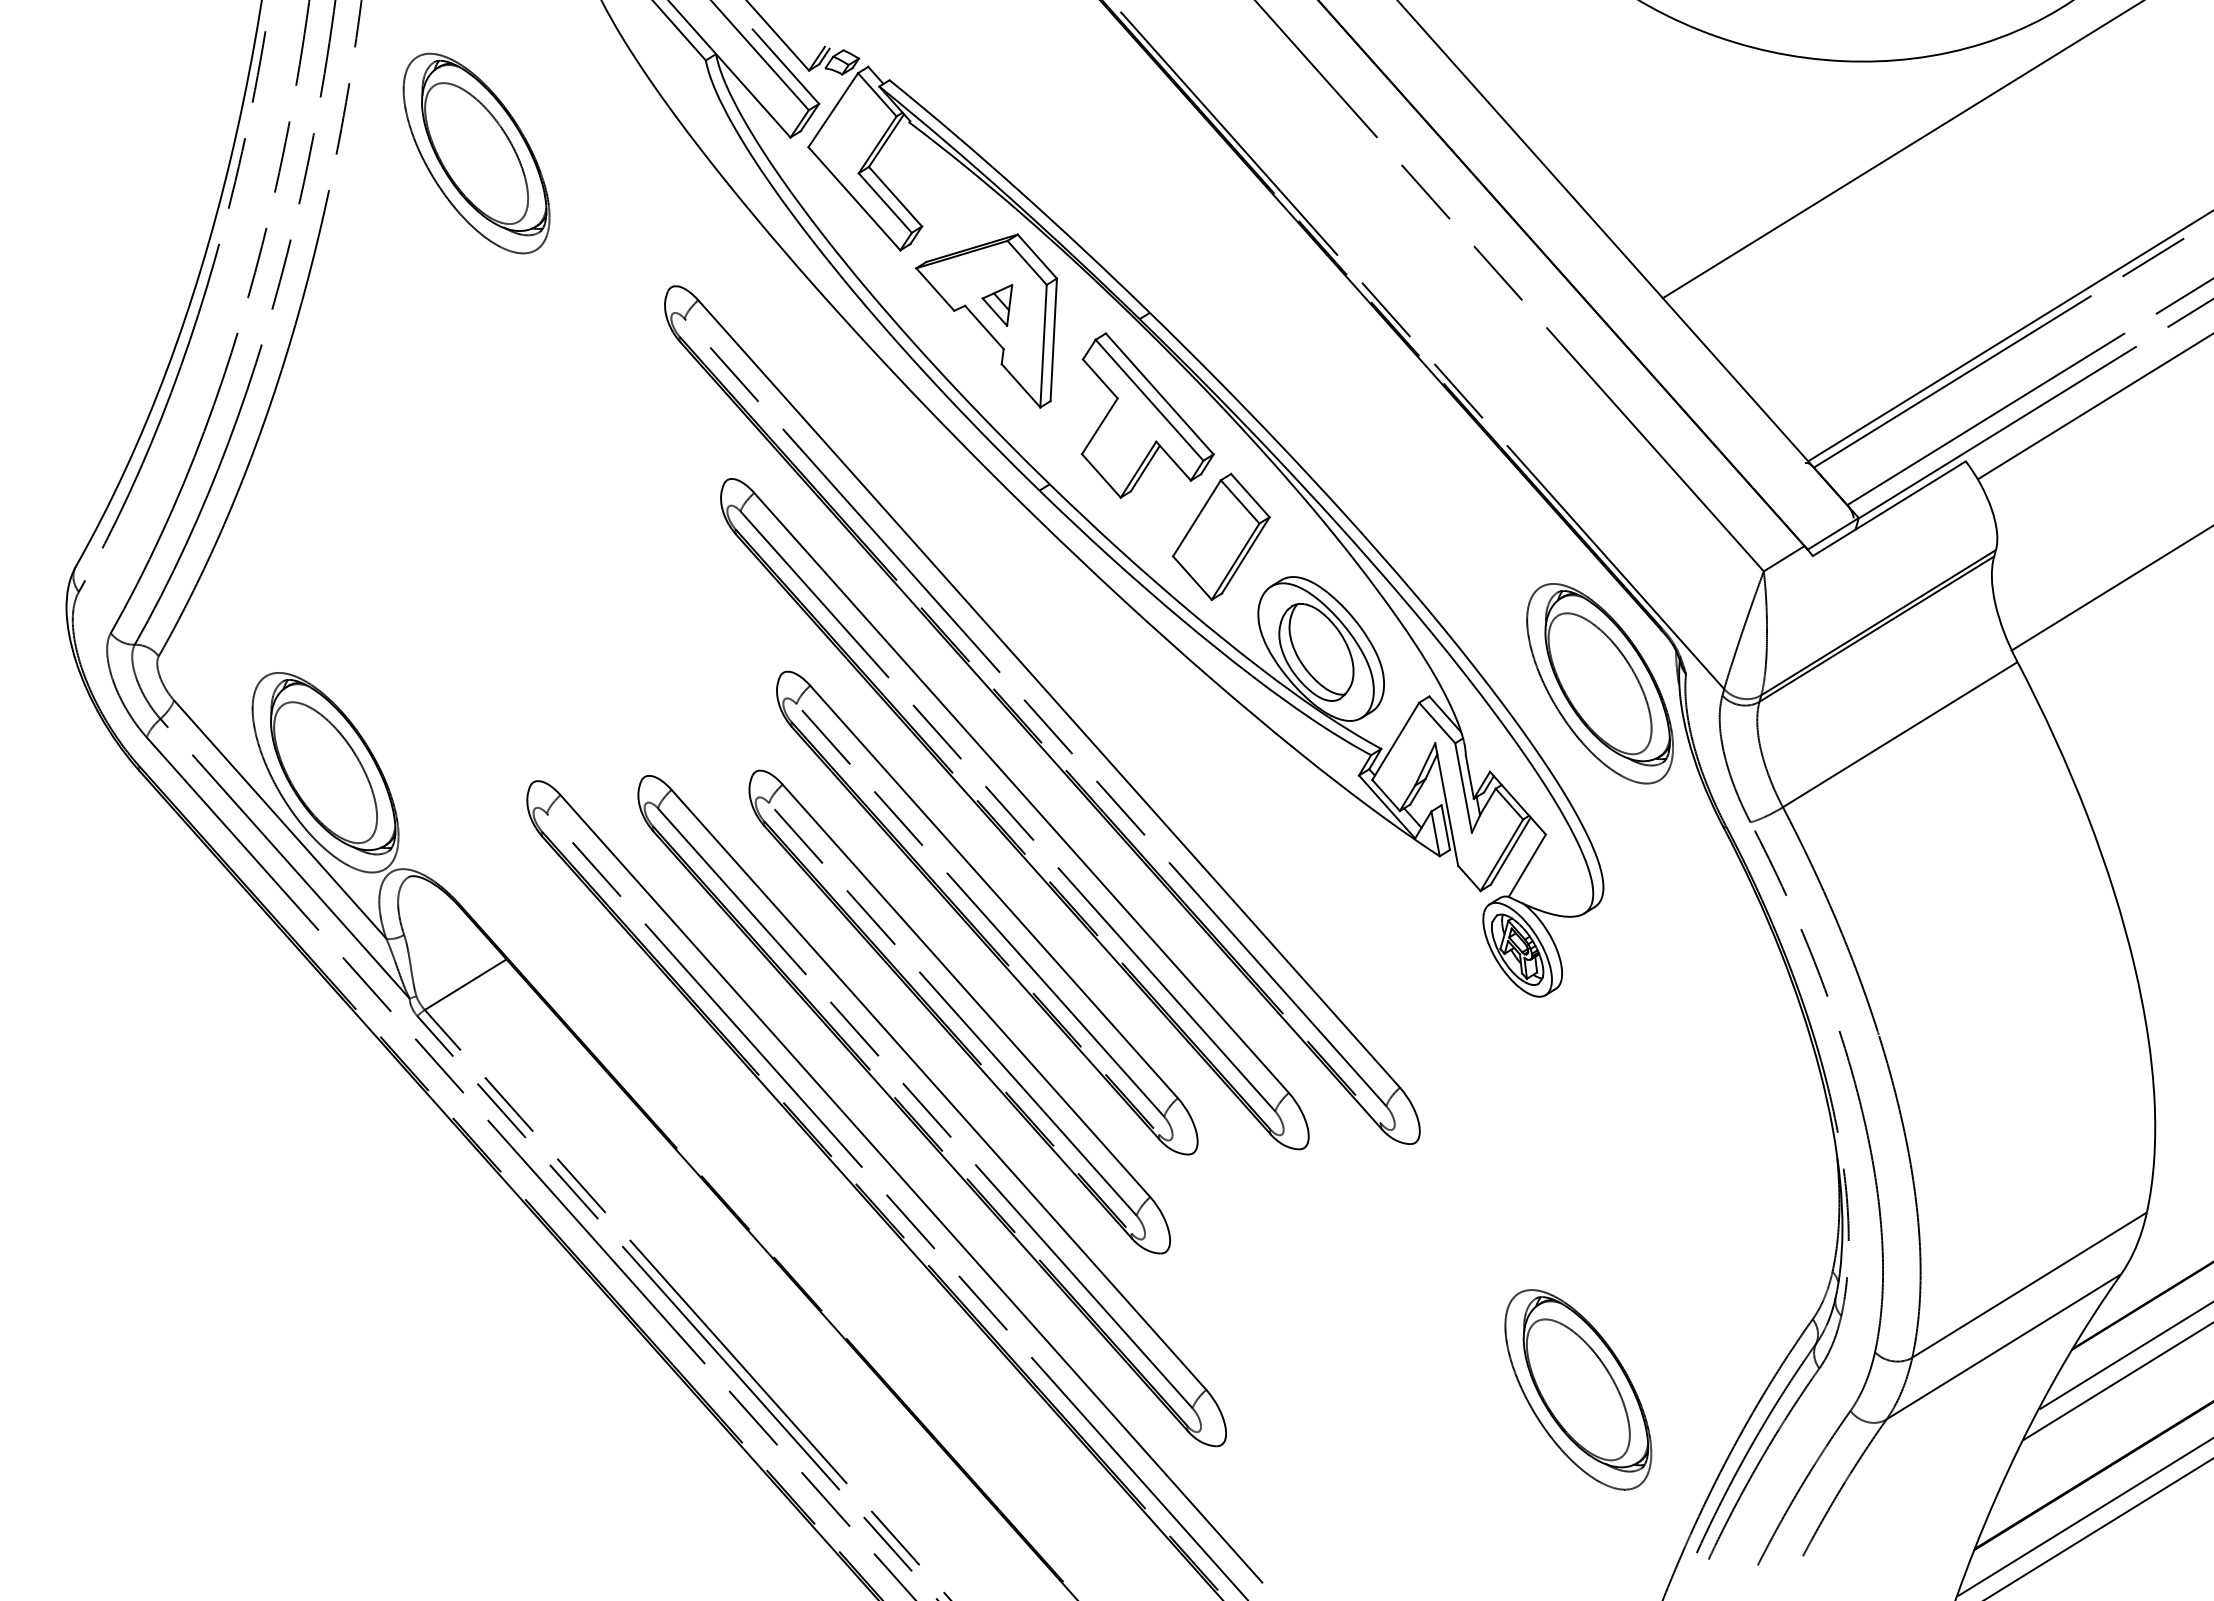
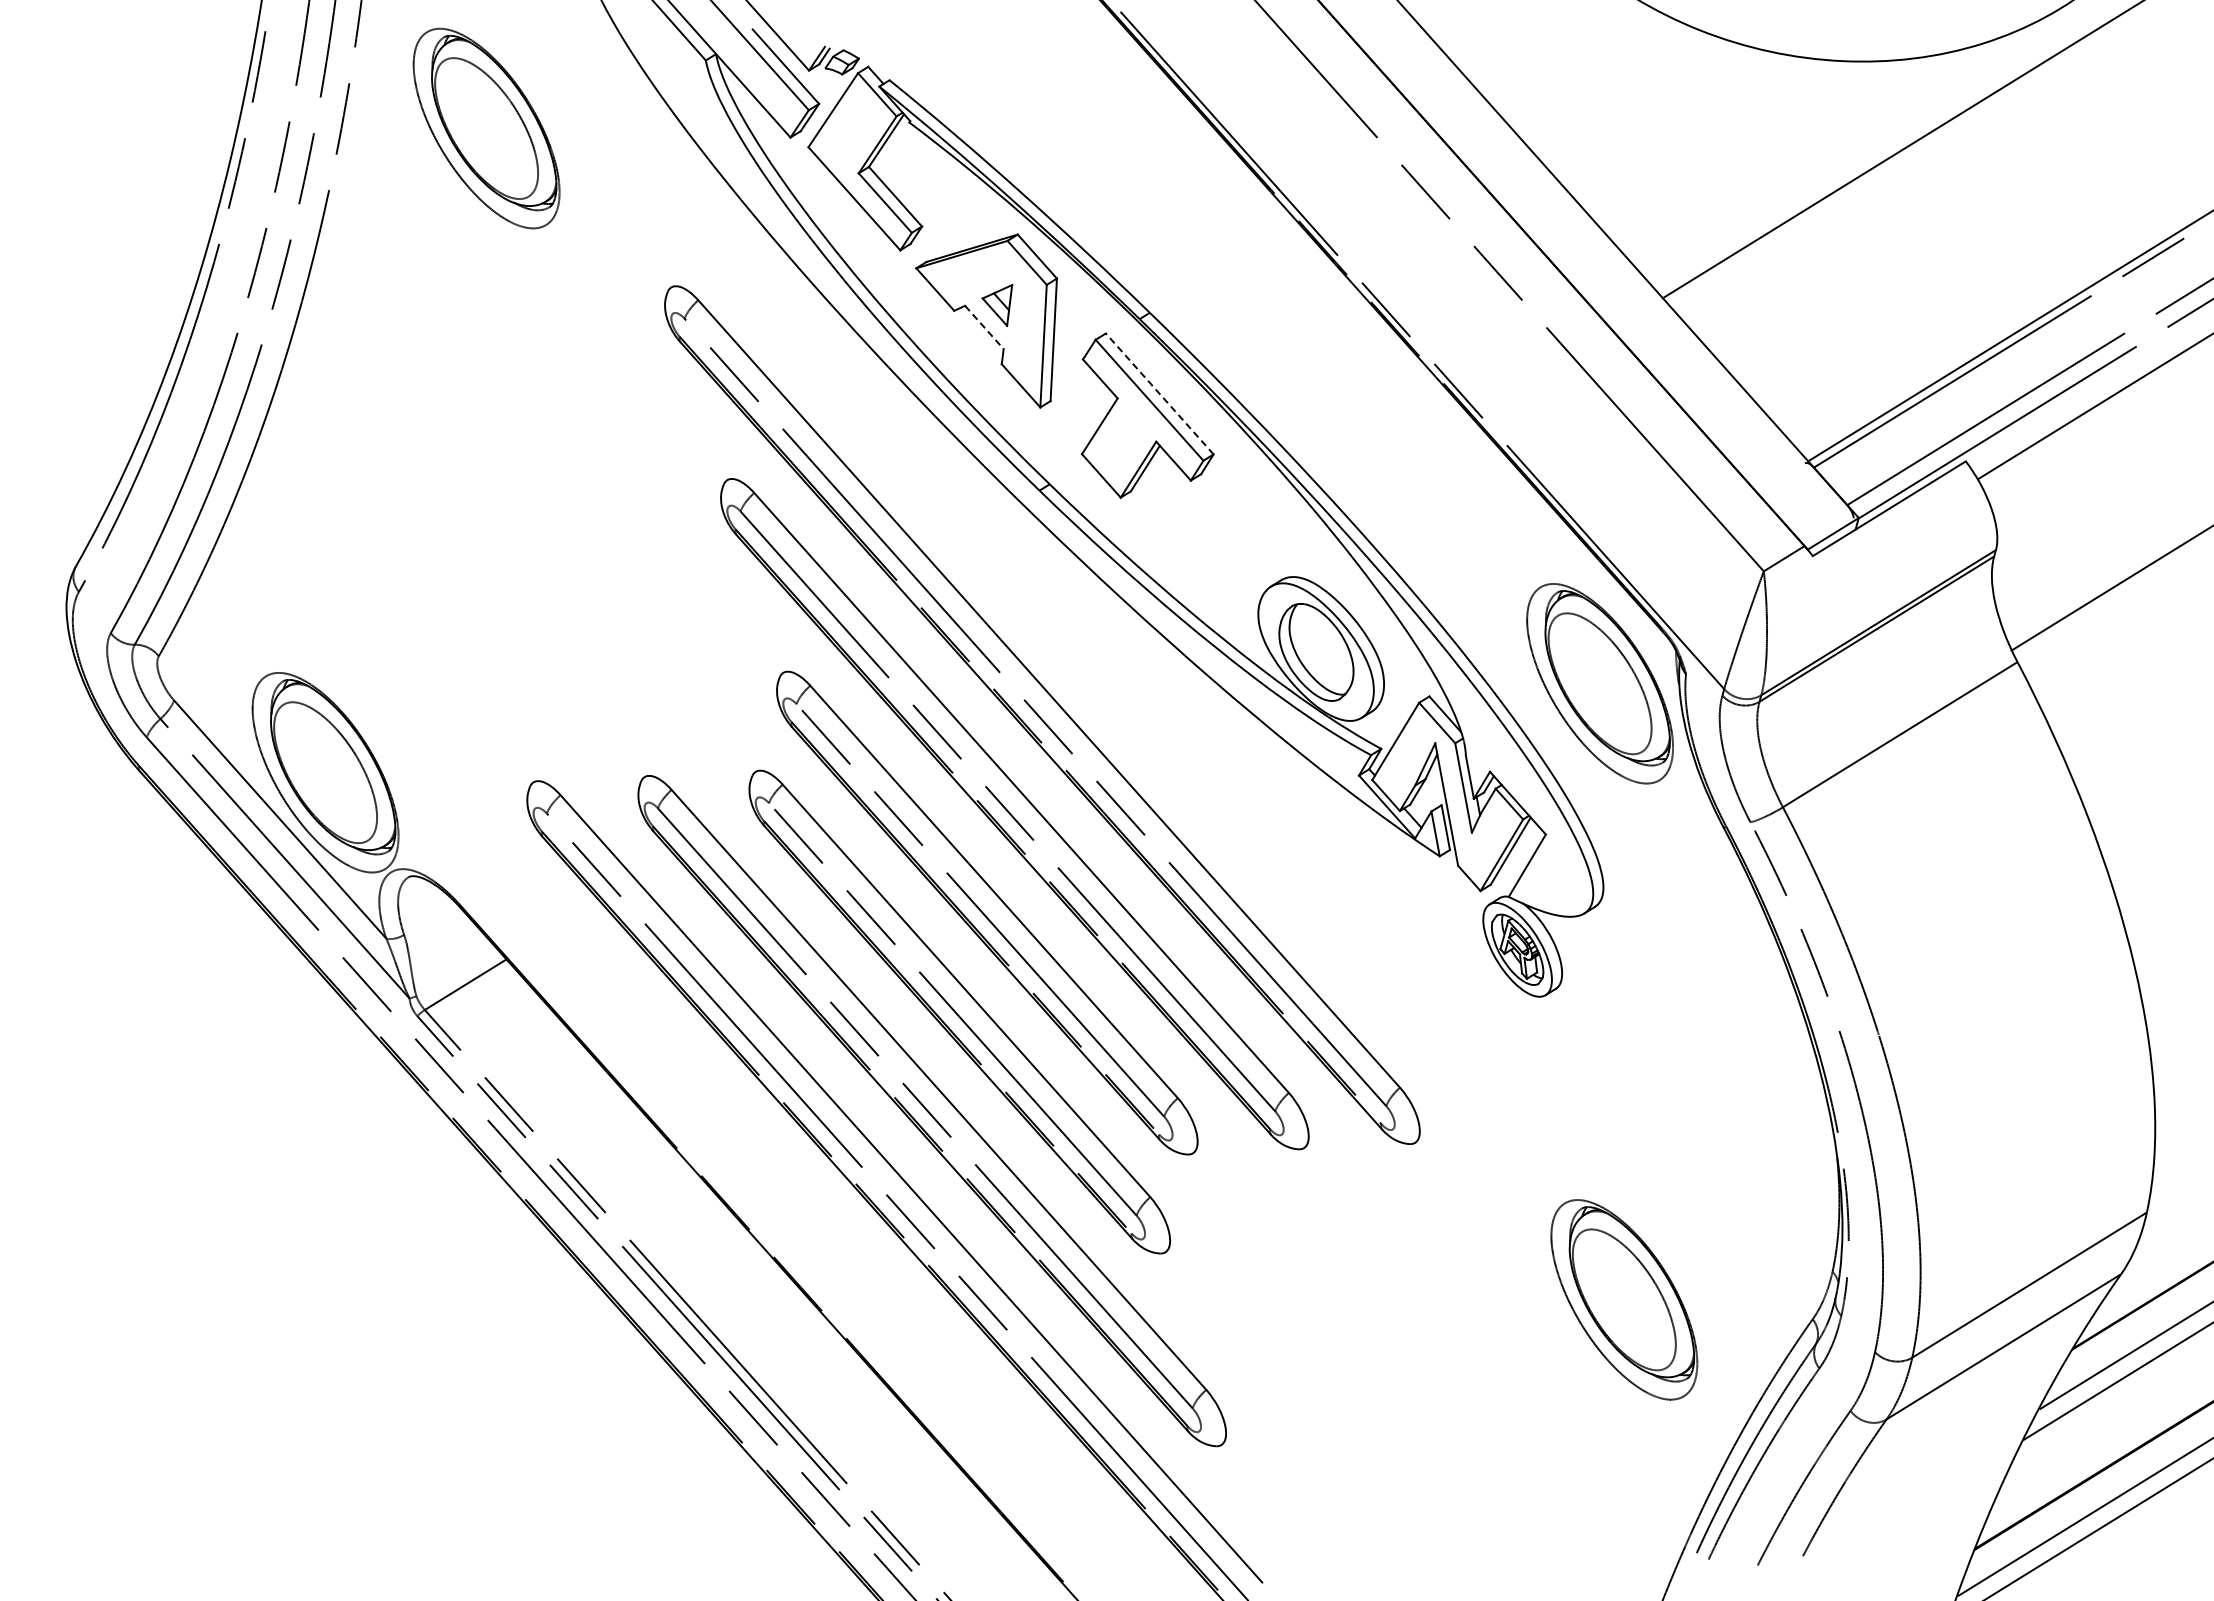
part at (476, 153) position: (476, 153) -> (486, 128)
line at (984, 327): solid -> dashed
line at (1159, 393): solid -> dashed
part at (1220, 536): present -> none
part at (1578, 1389) position: (1578, 1389) -> (1624, 1299)
